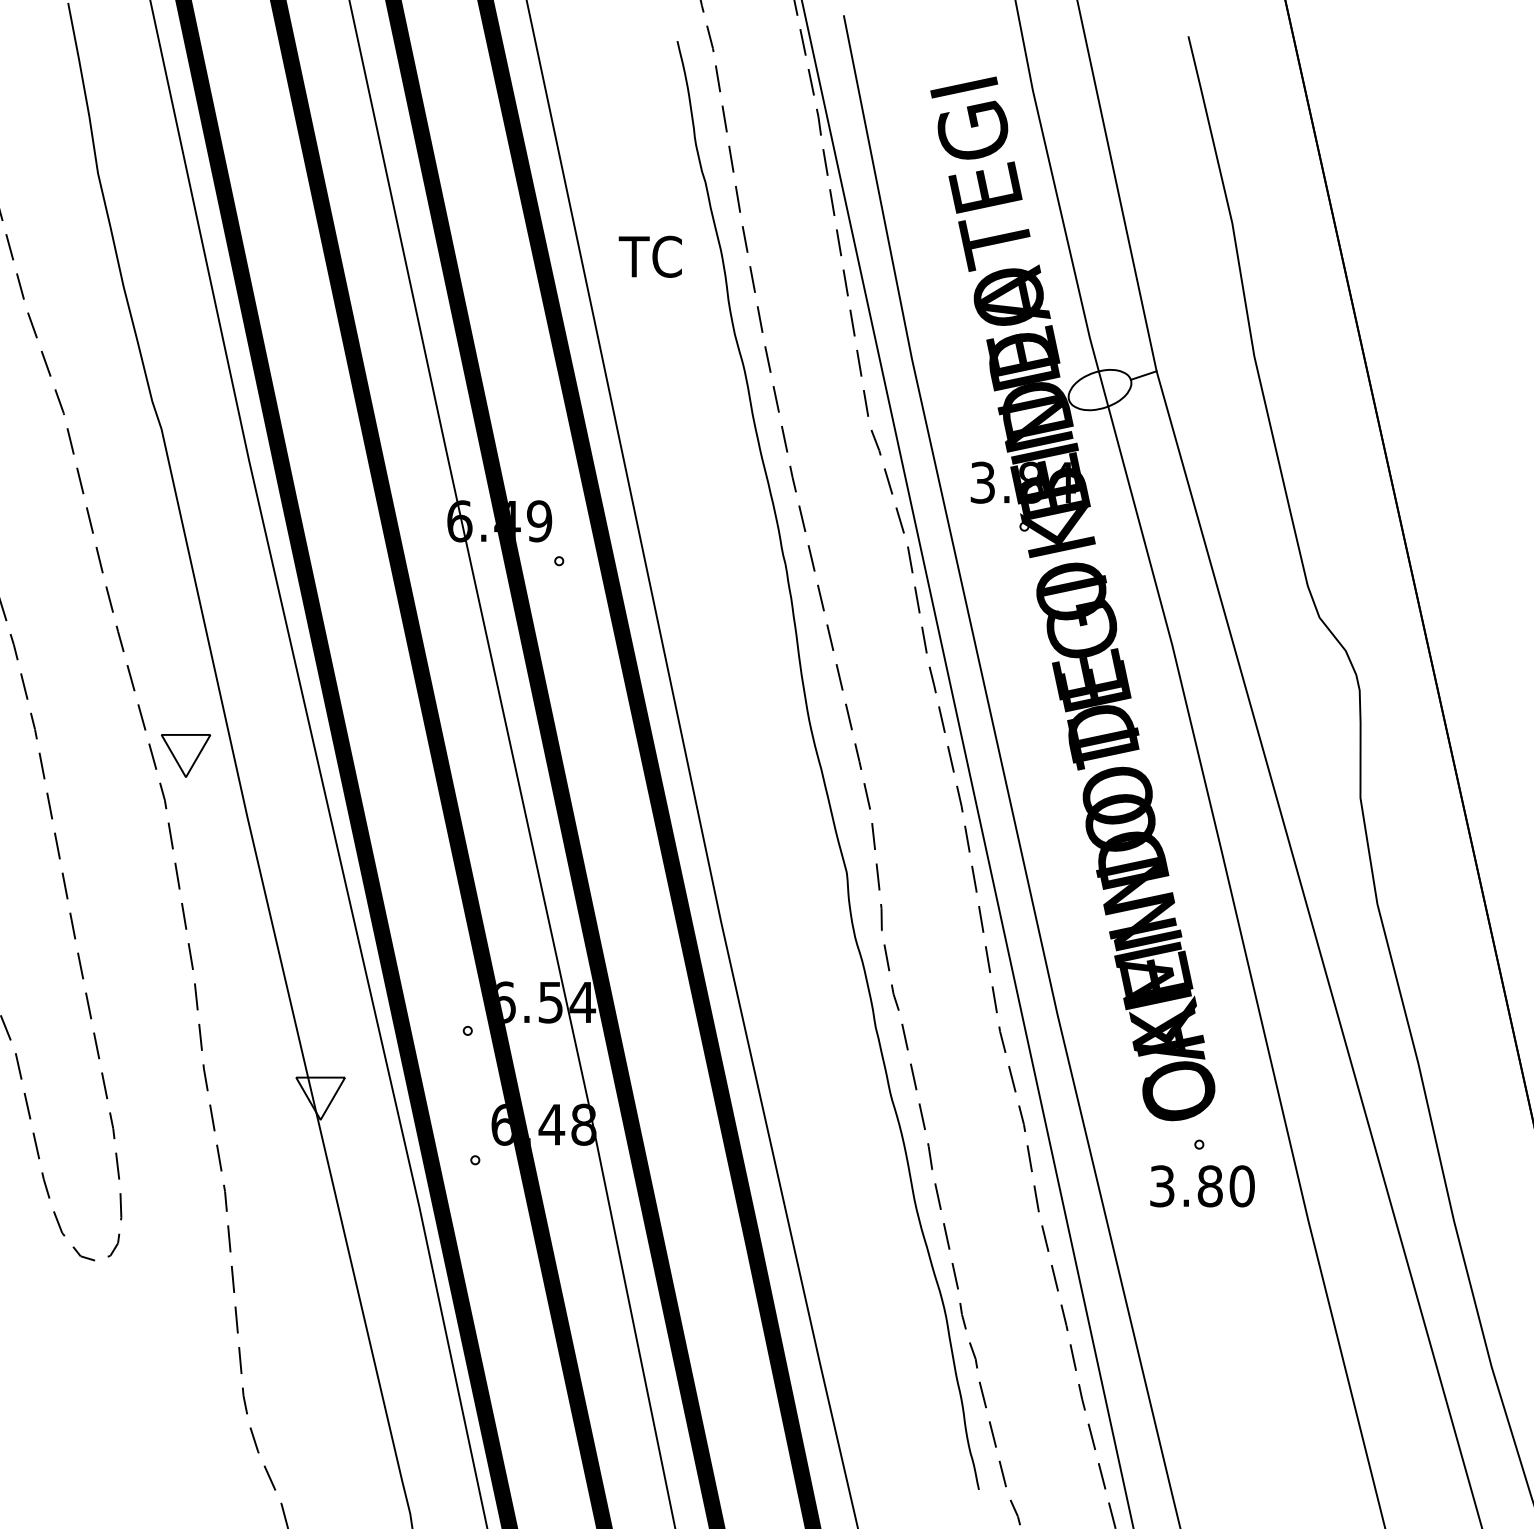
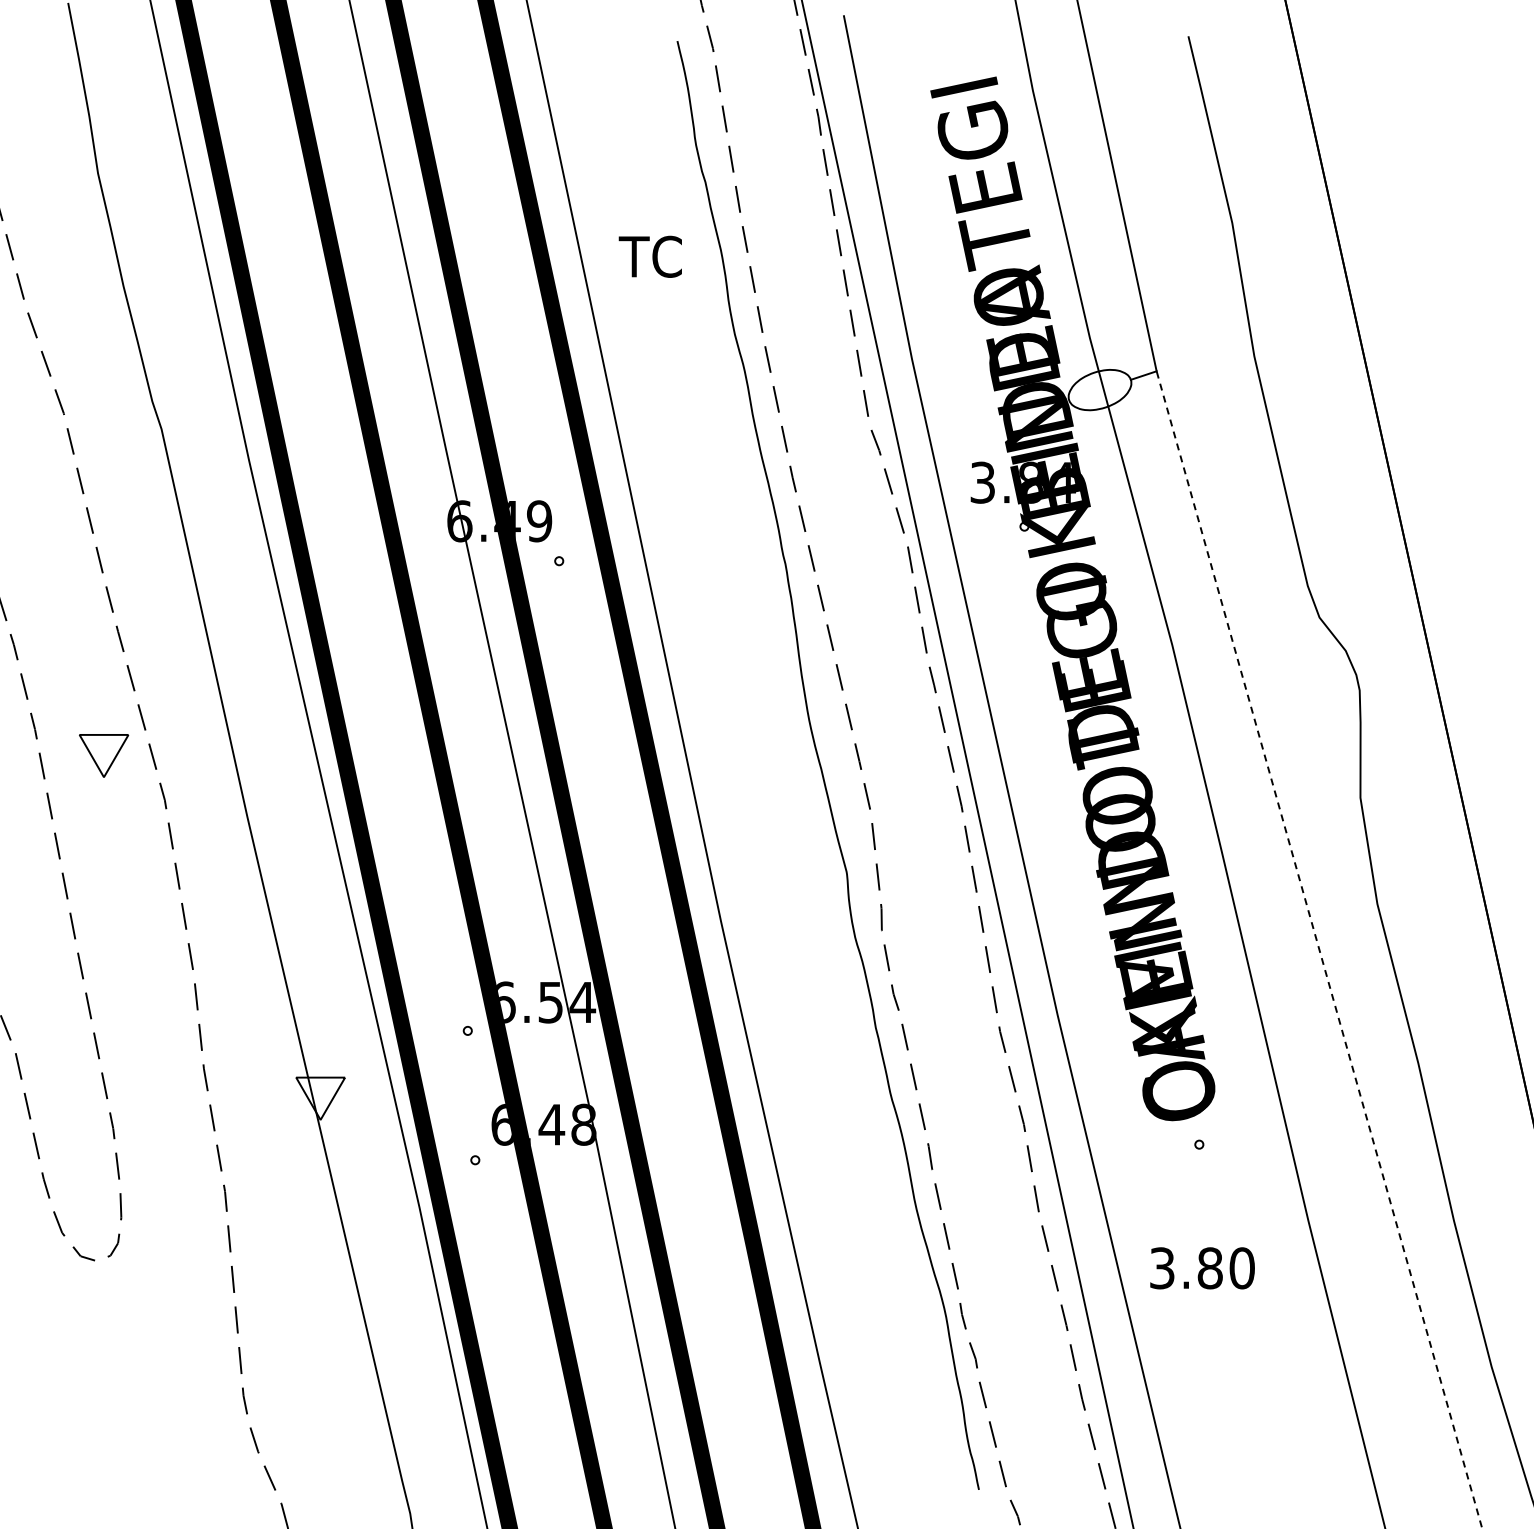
part at (186, 755) position: (186, 755) -> (104, 755)
line at (1319, 949): solid -> dashed
text at (1202, 1186) position: (1202, 1186) -> (1202, 1268)
